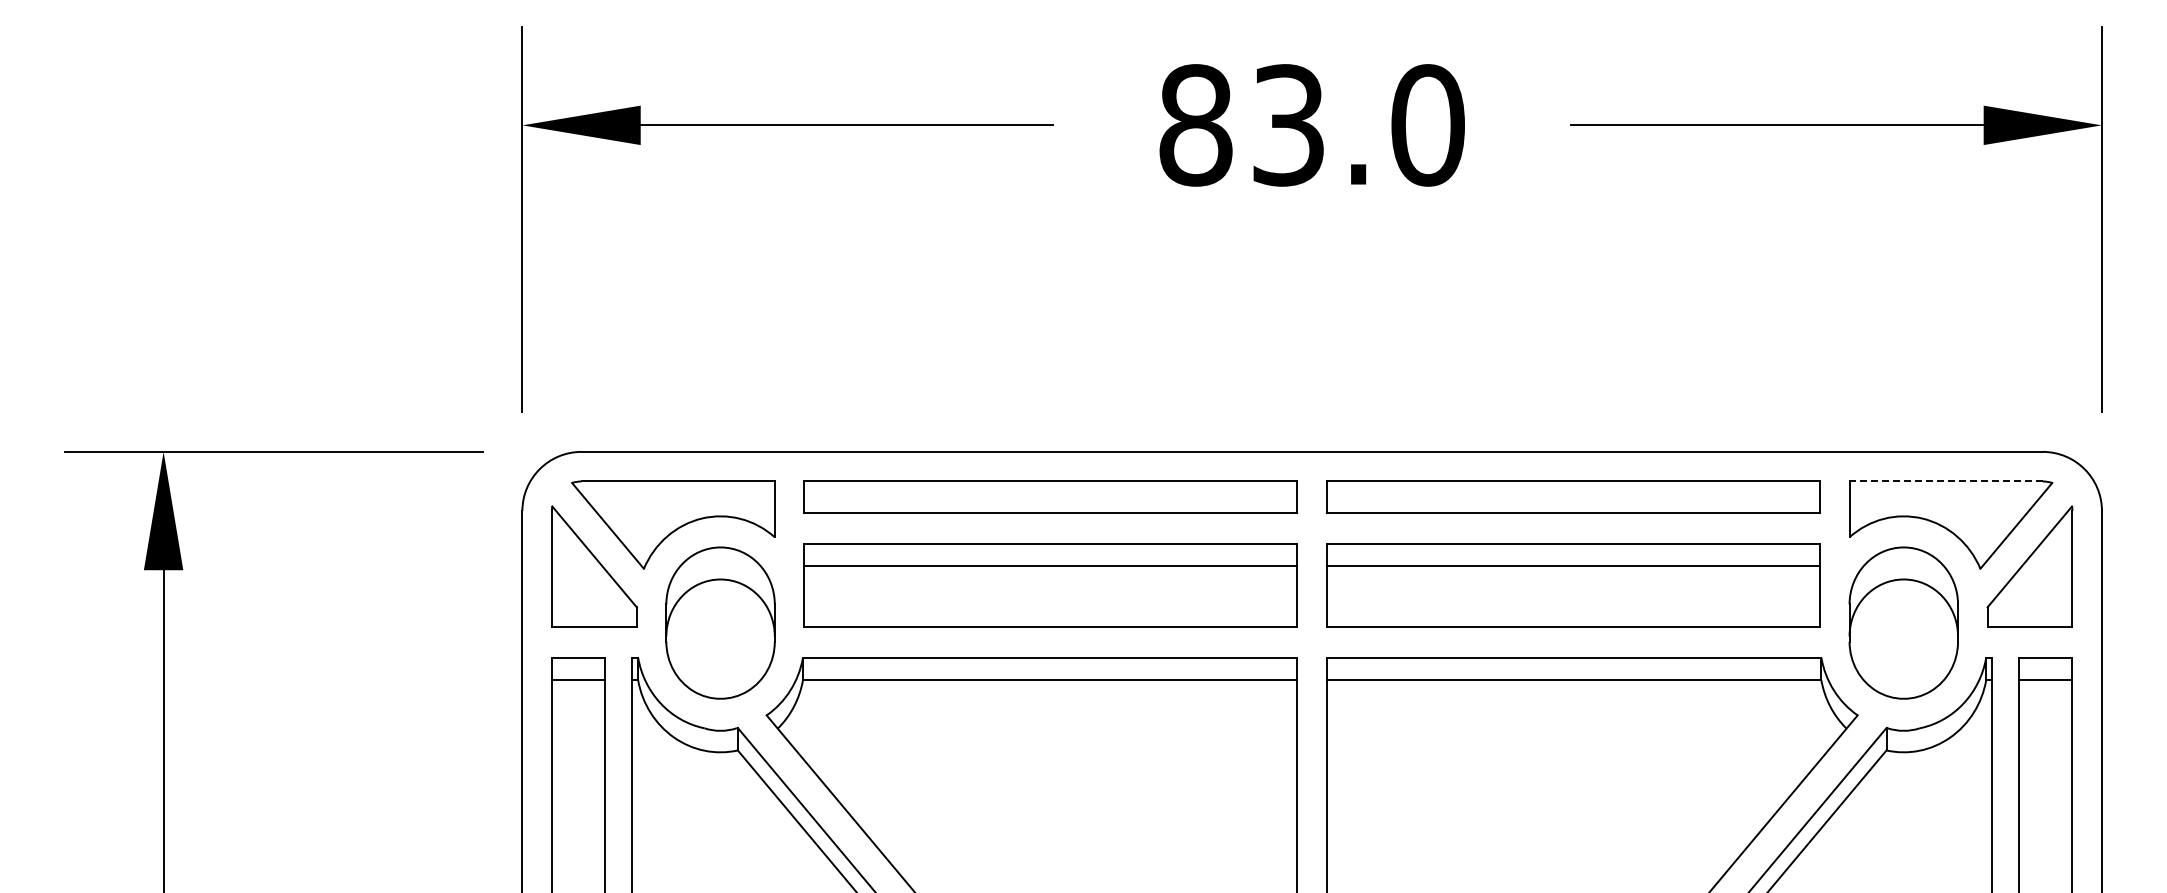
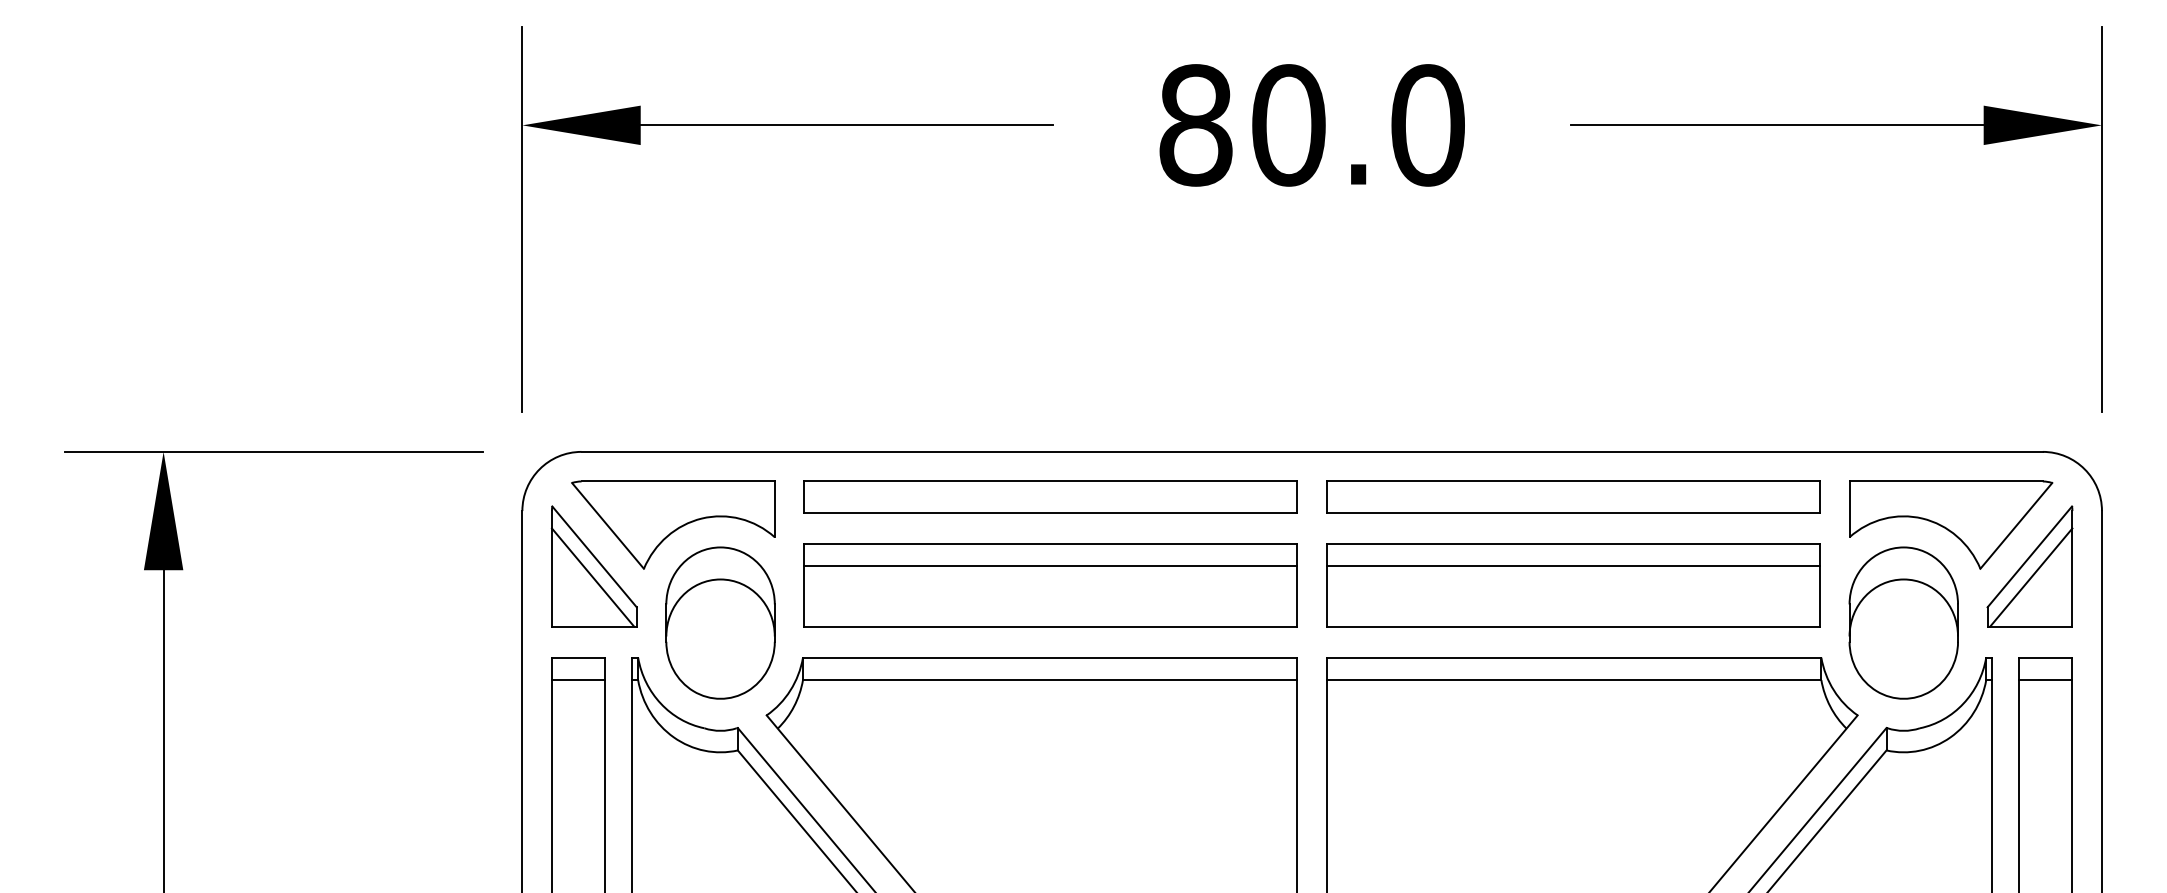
text at (1288, 125): 83.0 -> 80.0
line at (1946, 481): dashed -> solid
line at (592, 577): none -> present
line at (2031, 577): none -> present
